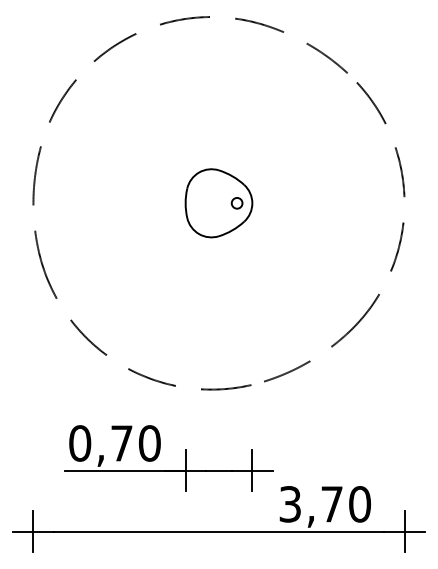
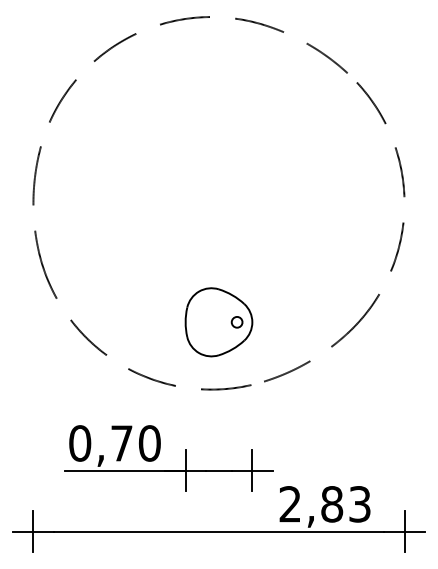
part at (218, 203) position: (218, 203) -> (218, 322)
text at (325, 504): 3,70 -> 2,83
